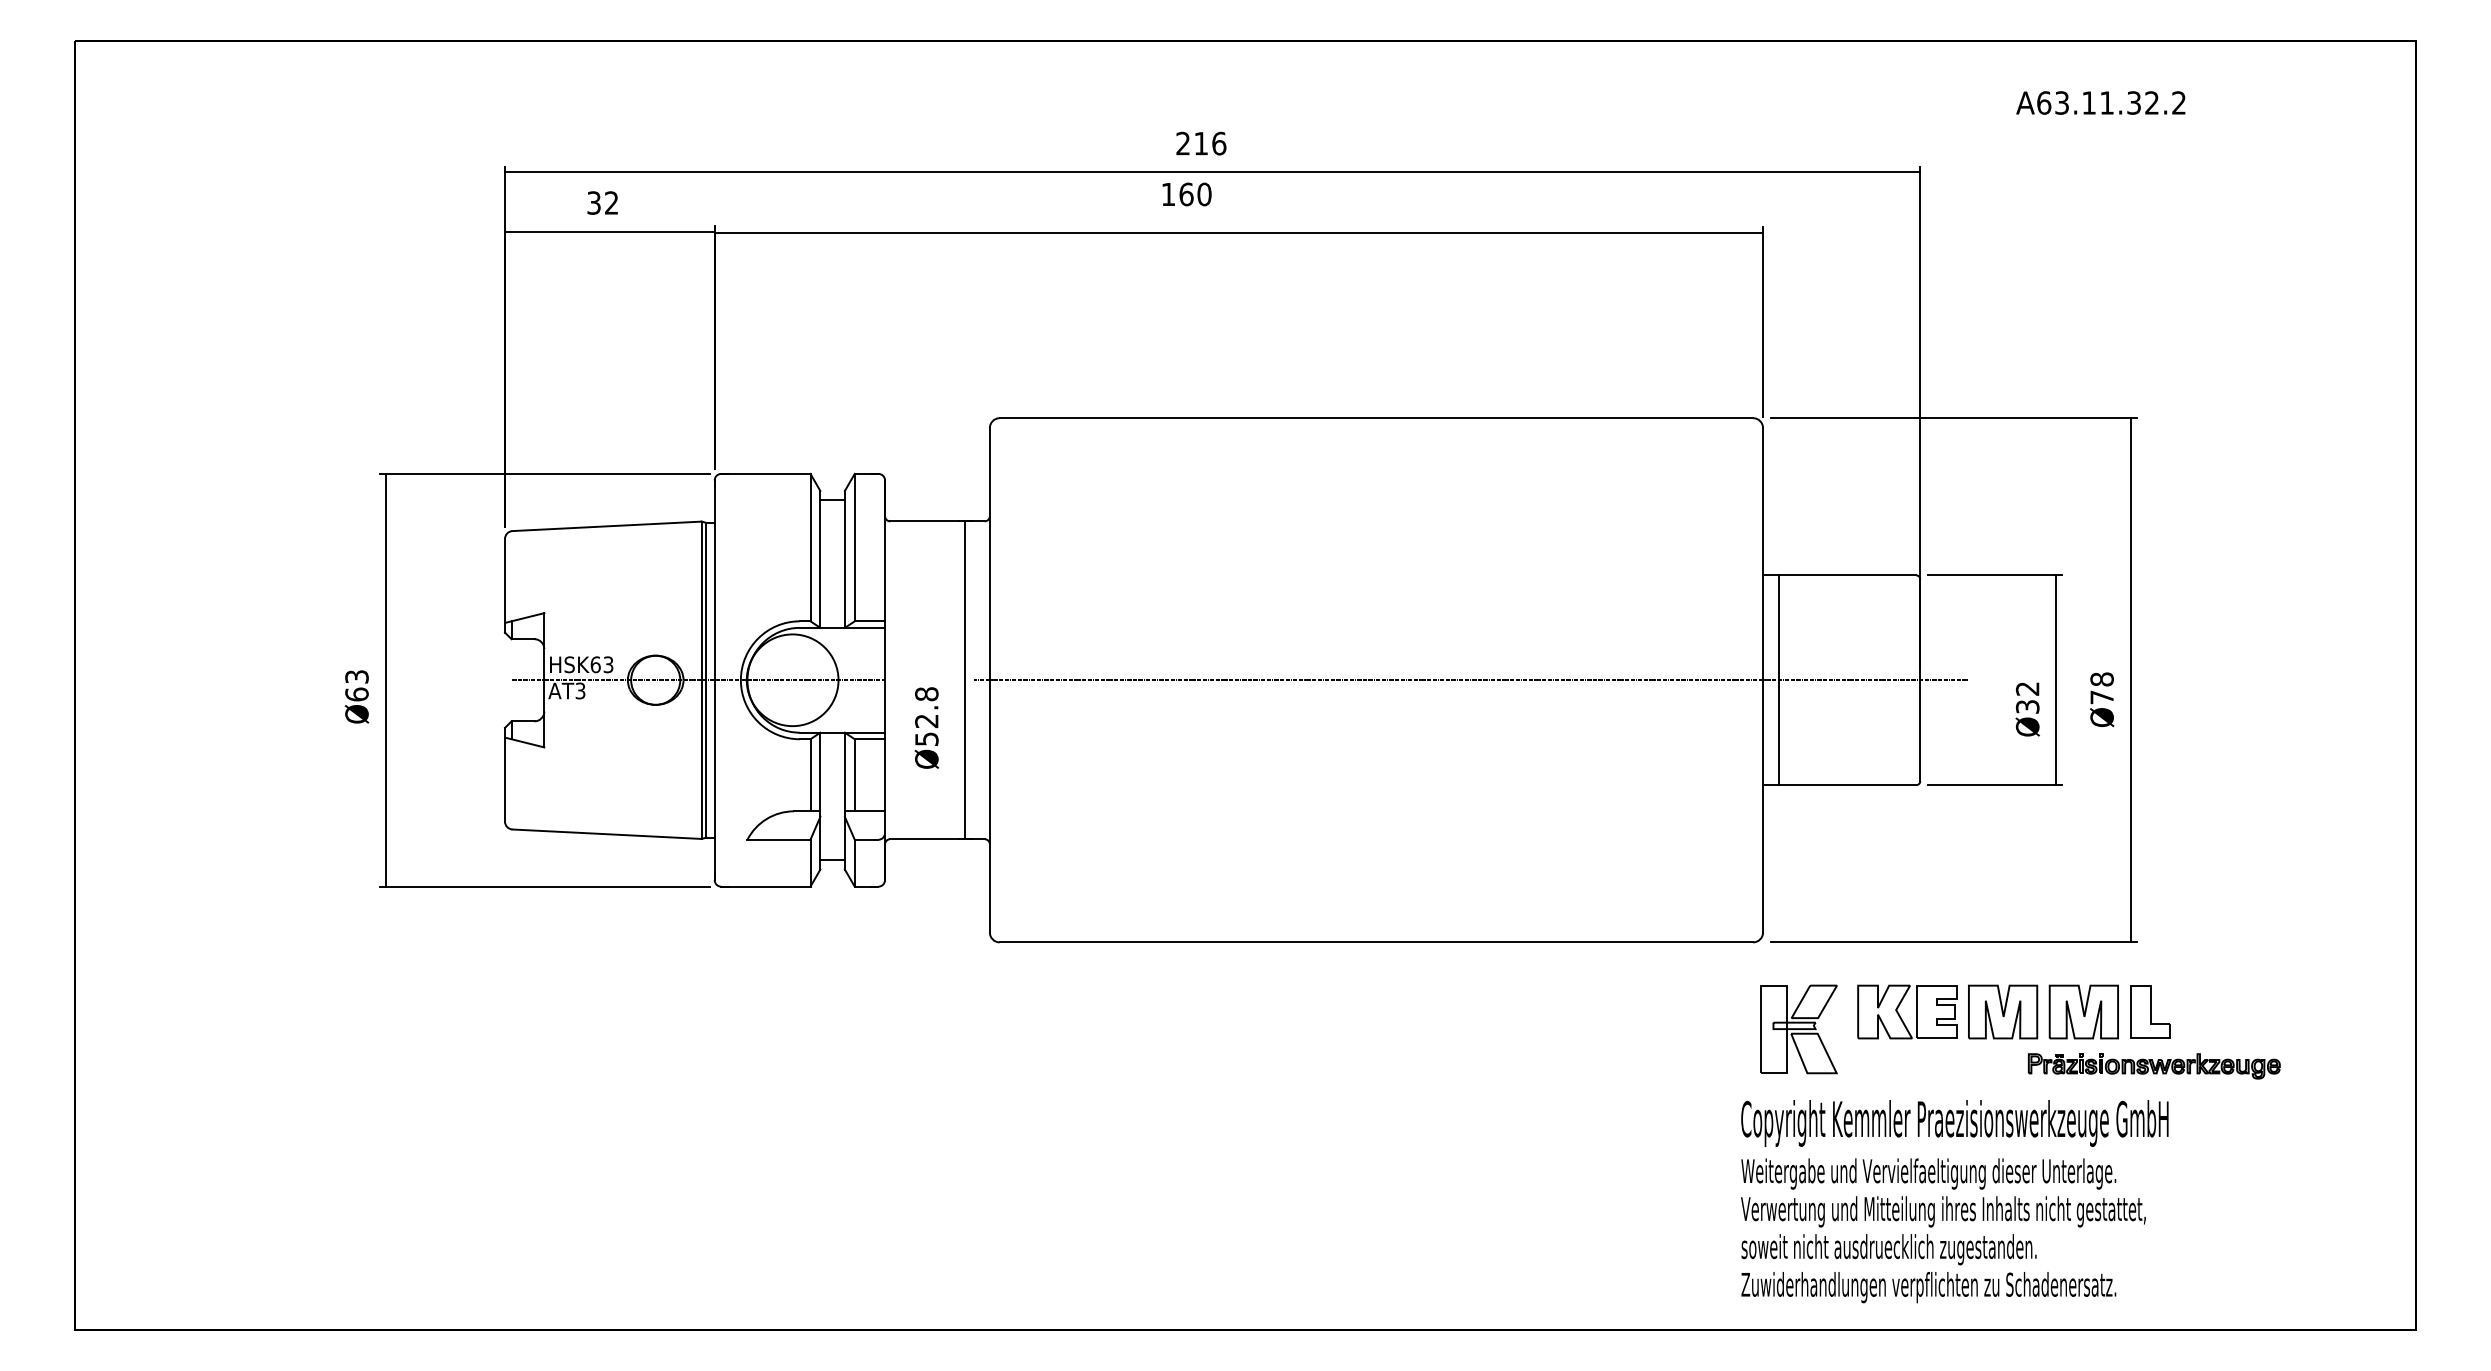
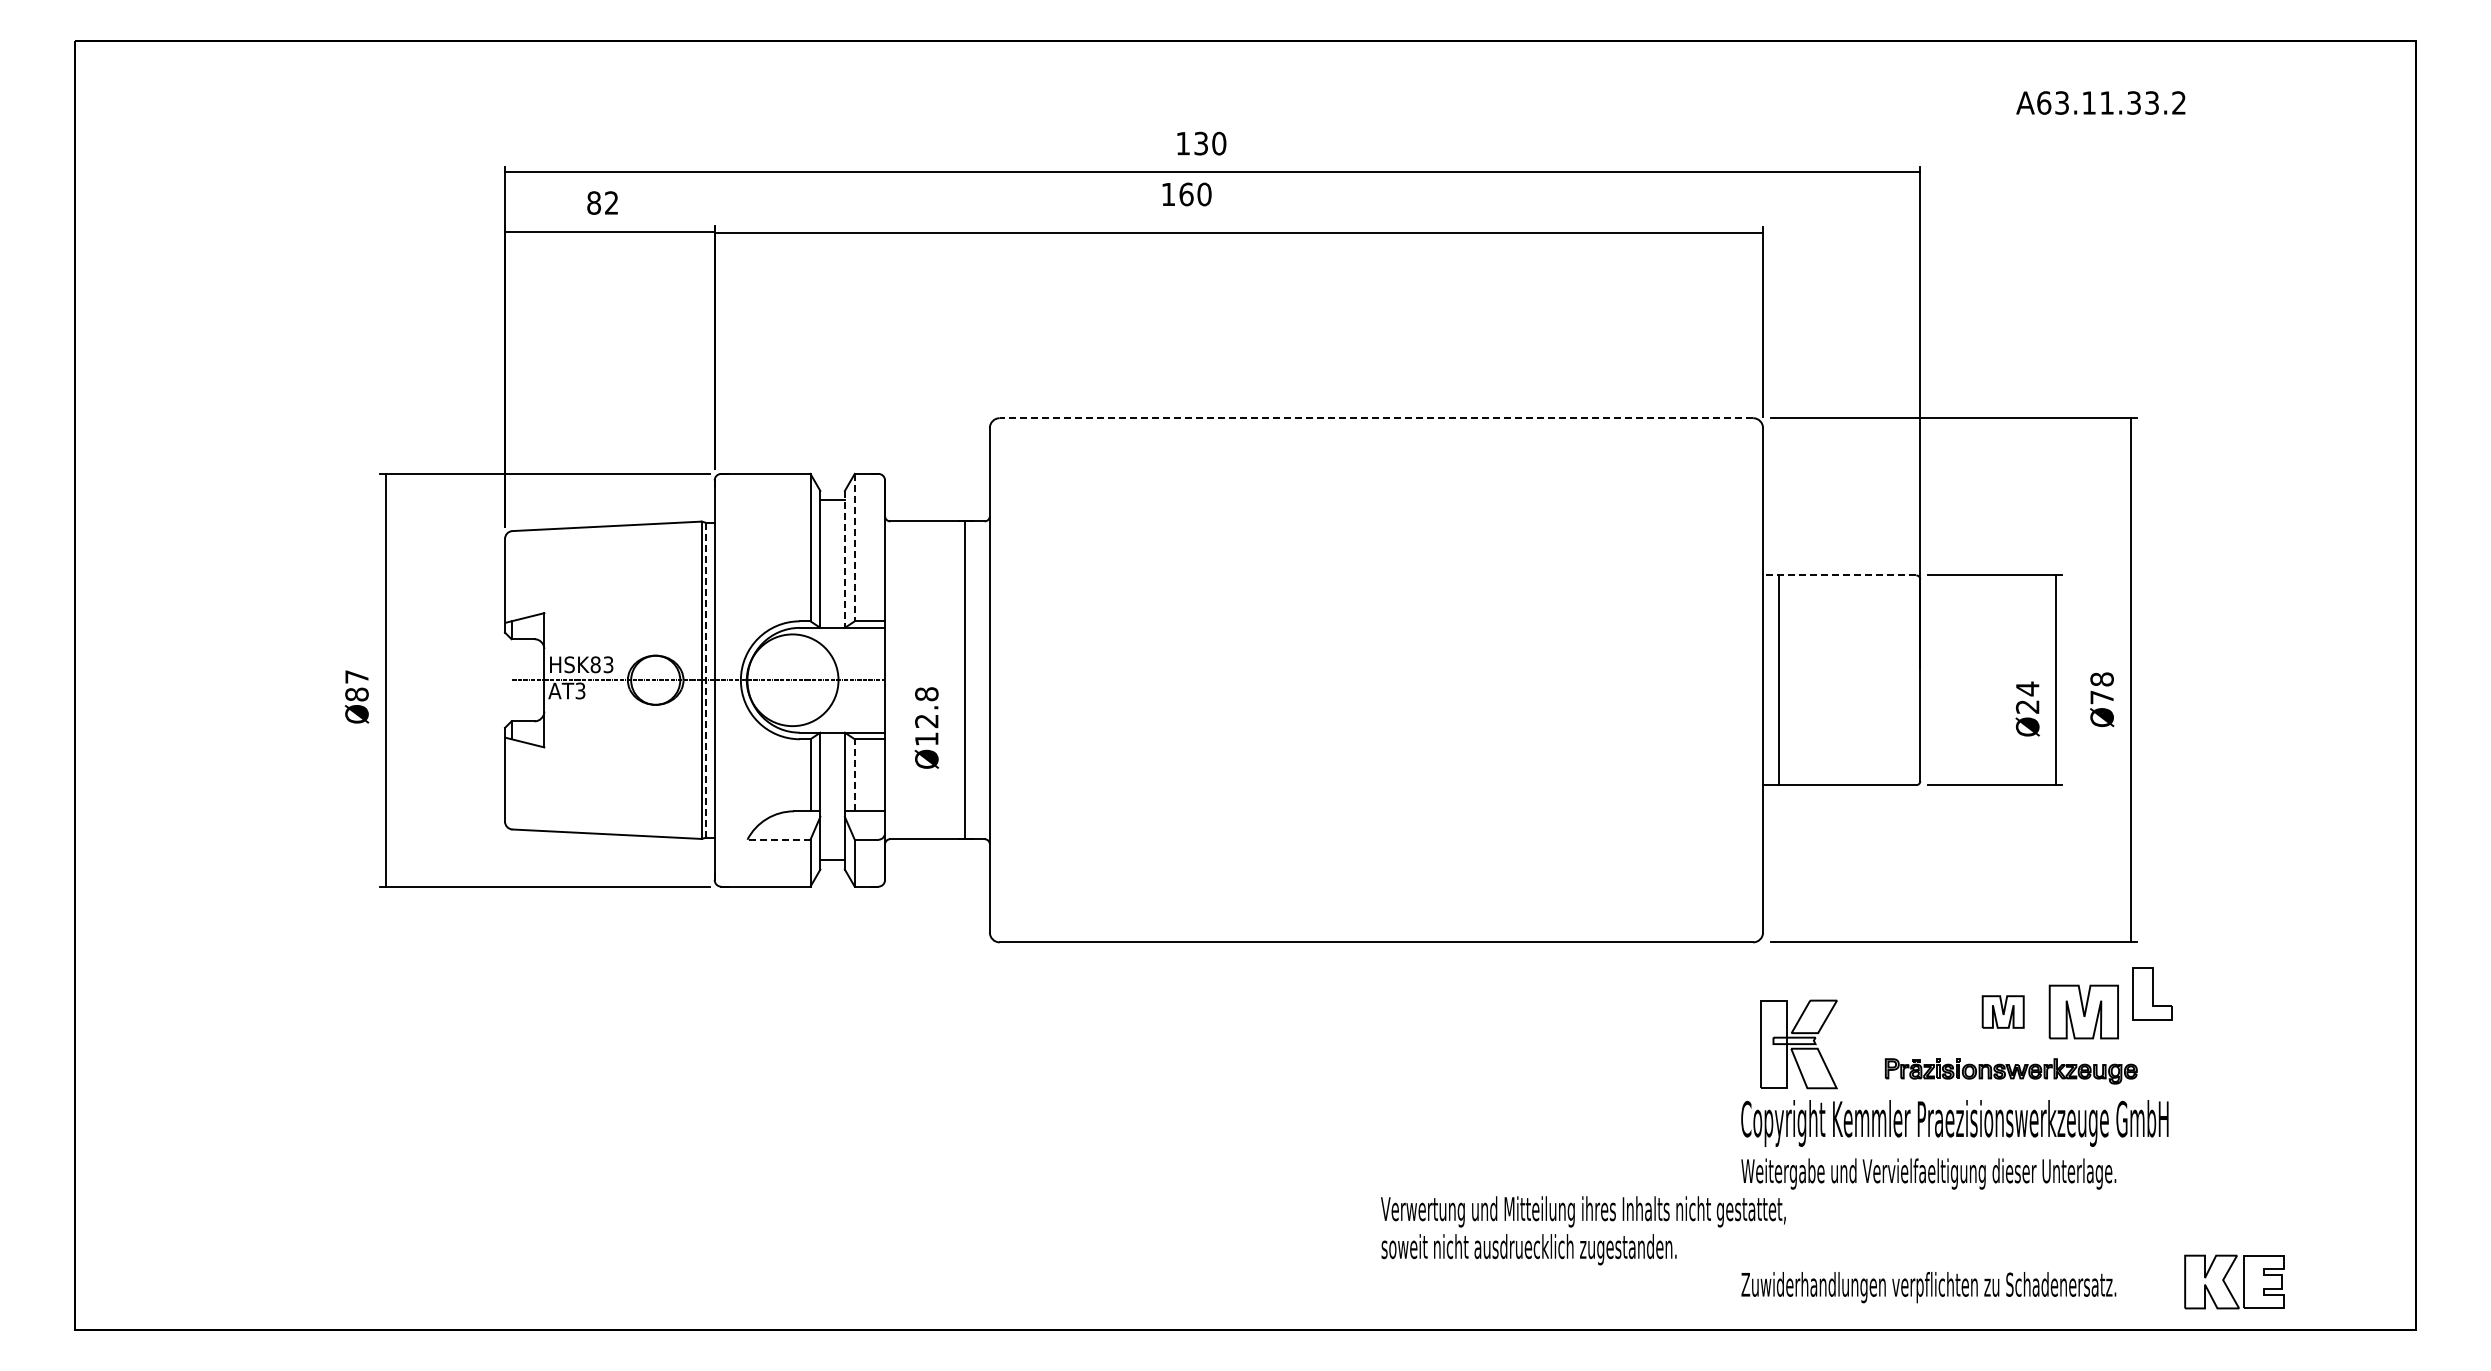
text at (2151, 102): A63.11.32.2 -> A63.11.33.2
text at (1201, 143): 216 -> 130
text at (593, 202): 32 -> 82
line at (1376, 418): solid -> dashed
line at (854, 547): solid -> dashed
line at (844, 559): solid -> dashed
line at (1839, 575): solid -> dashed
text at (595, 664): HSK63 -> HSK83
line at (706, 680): solid -> dashed
line at (1470, 680): present -> none
text at (356, 685): Ø63 -> Ø87
text at (2027, 697): Ø32 -> Ø24
text at (926, 738): Ø52.8 -> Ø12.8
line at (854, 774): solid -> dashed
line at (778, 839): solid -> dashed
part at (2003, 1011) size: 71x56 px -> 44x34 px
part at (2150, 1011) position: (2150, 1011) -> (2152, 993)
part at (1900, 1015) position: (1900, 1015) -> (2227, 1285)
part at (1798, 1029) position: (1798, 1029) -> (1798, 1044)
part at (2153, 1066) position: (2153, 1066) -> (2010, 1071)
text at (1943, 1230) position: (1943, 1230) -> (1583, 1230)
